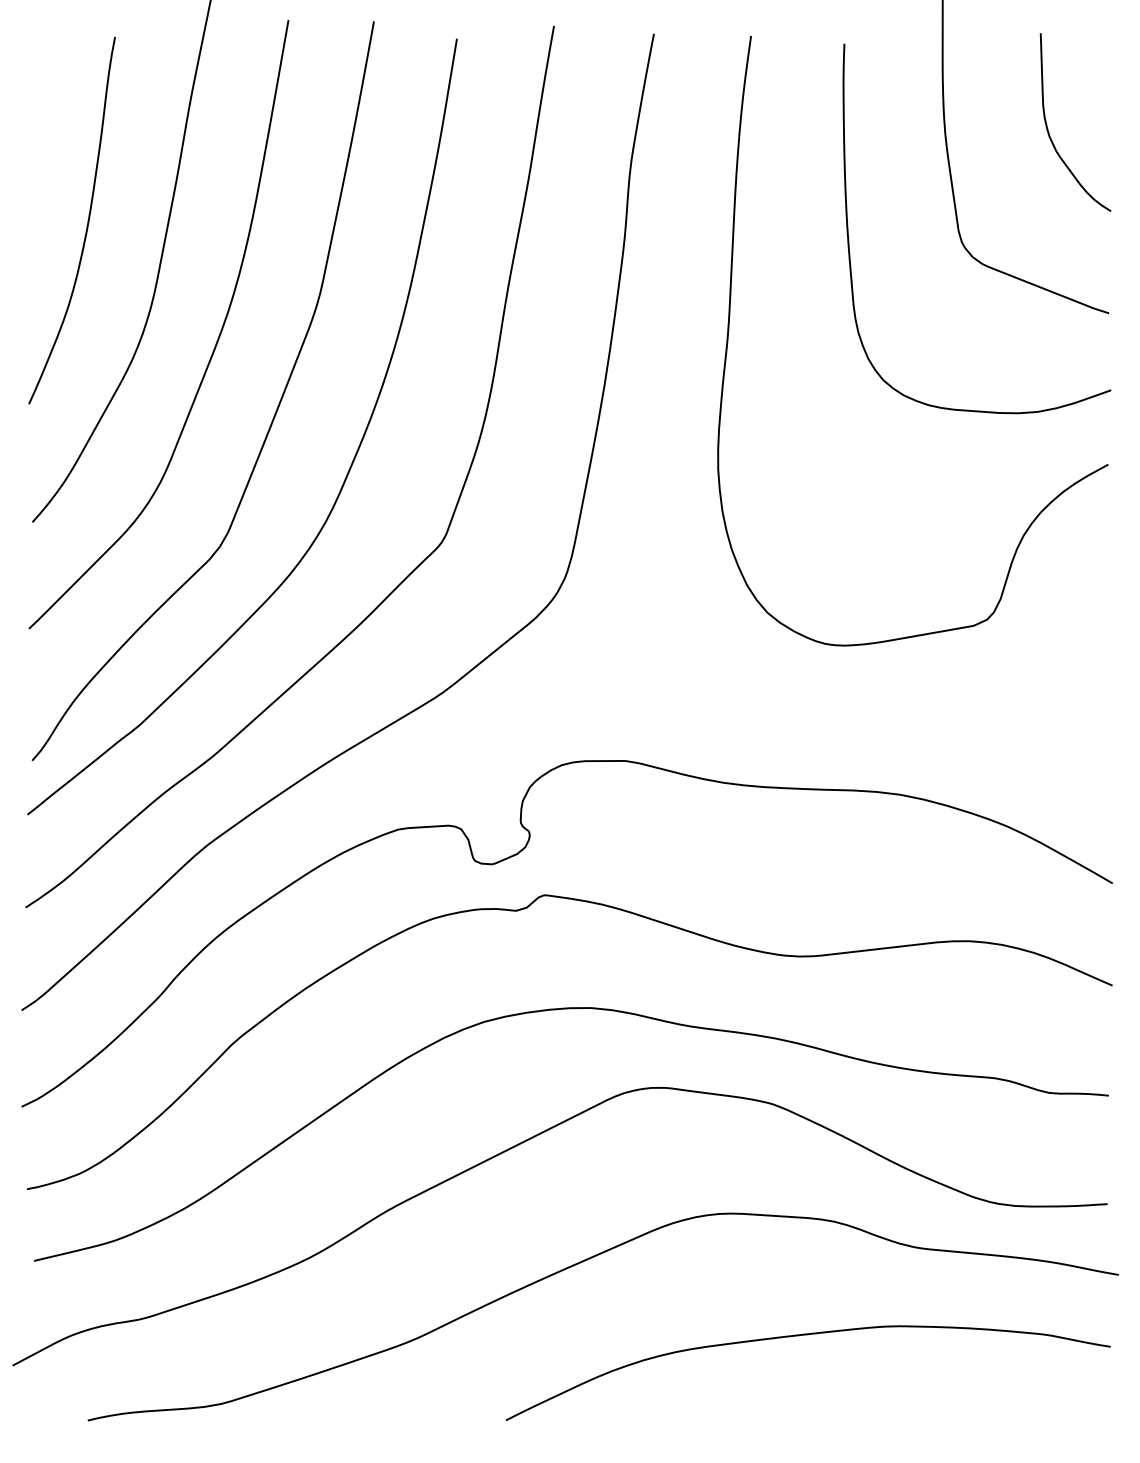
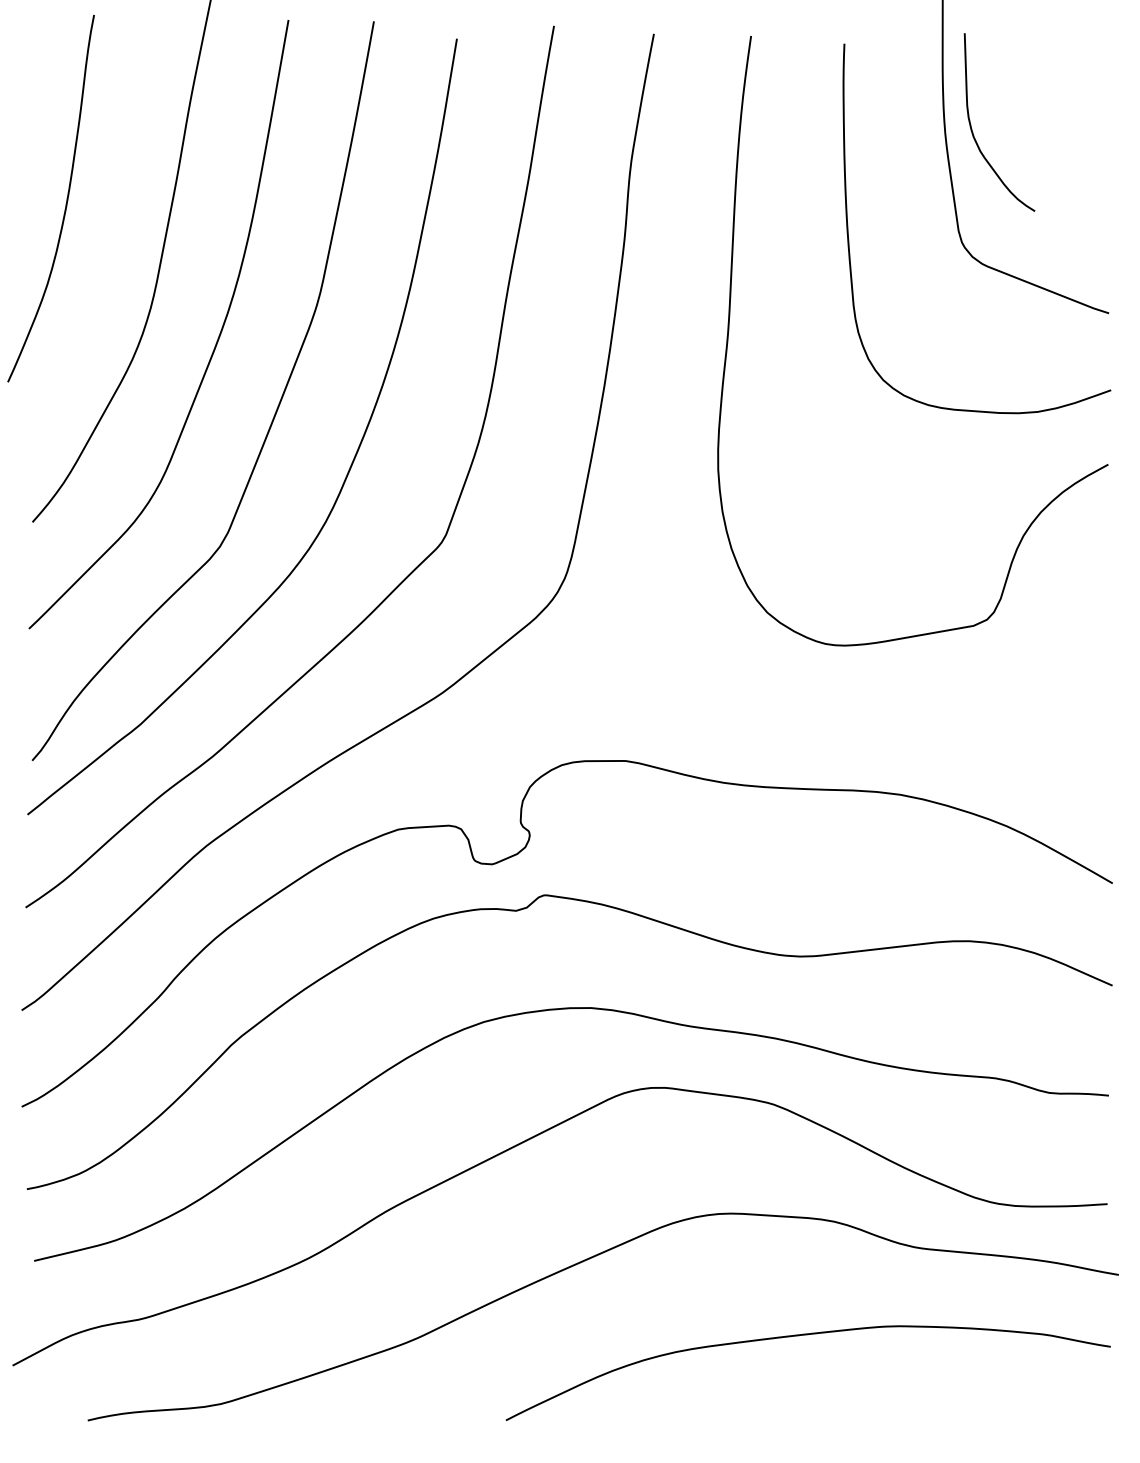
curve at (1048, 128) position: (1048, 128) -> (972, 128)
curve at (86, 225) position: (86, 225) -> (65, 203)
